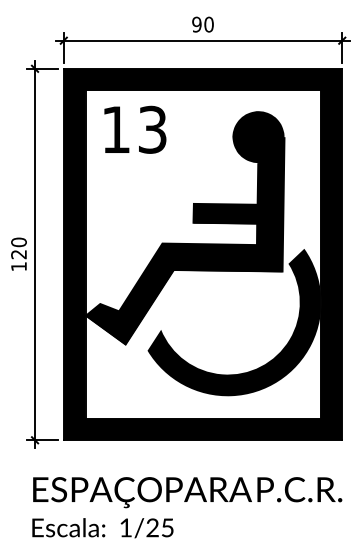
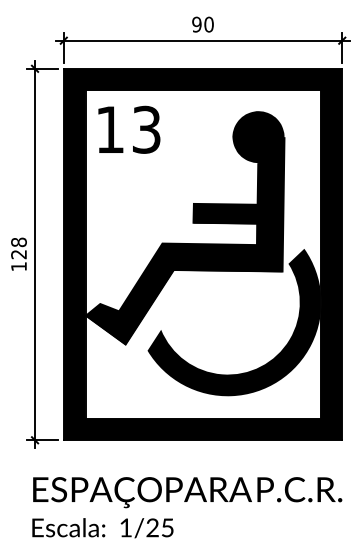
text at (135, 129) position: (135, 129) -> (129, 129)
text at (18, 242): 120 -> 128
